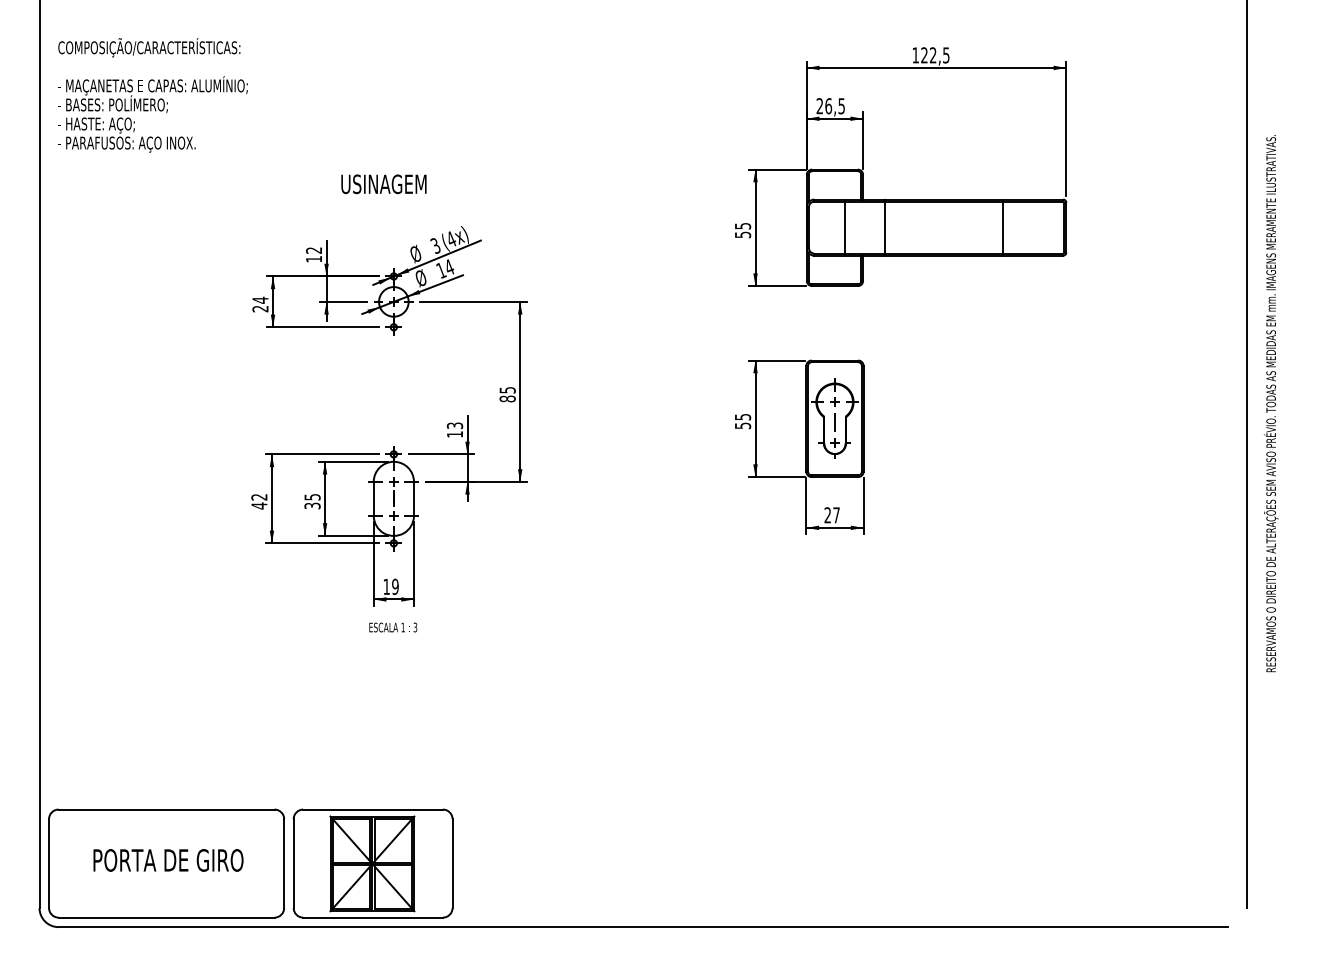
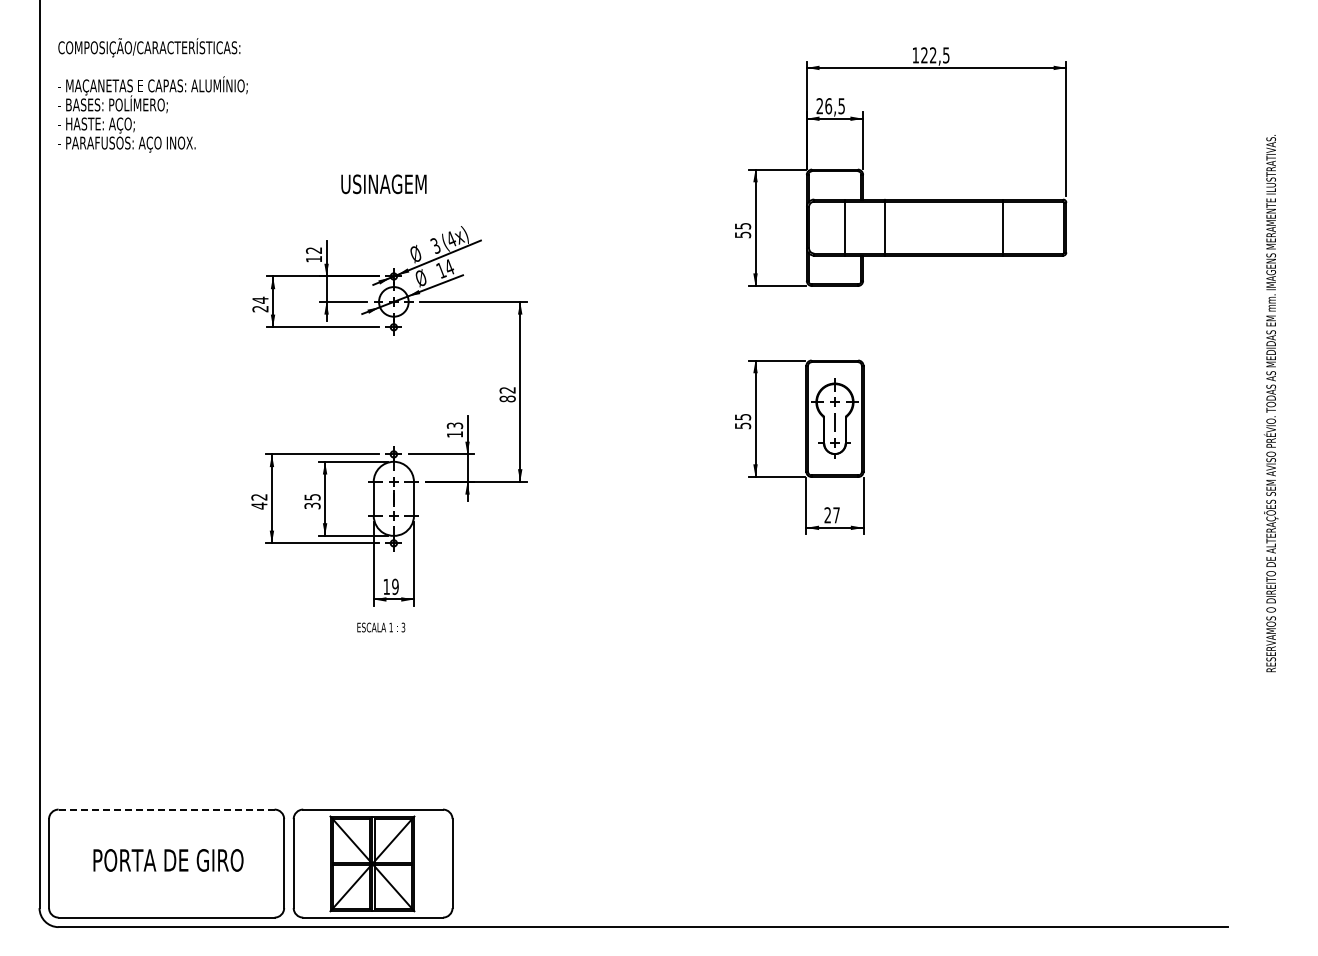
text at (507, 390): 85 -> 82
line at (1246, 455): present -> none
text at (393, 627) position: (393, 627) -> (381, 627)
line at (166, 809): solid -> dashed
